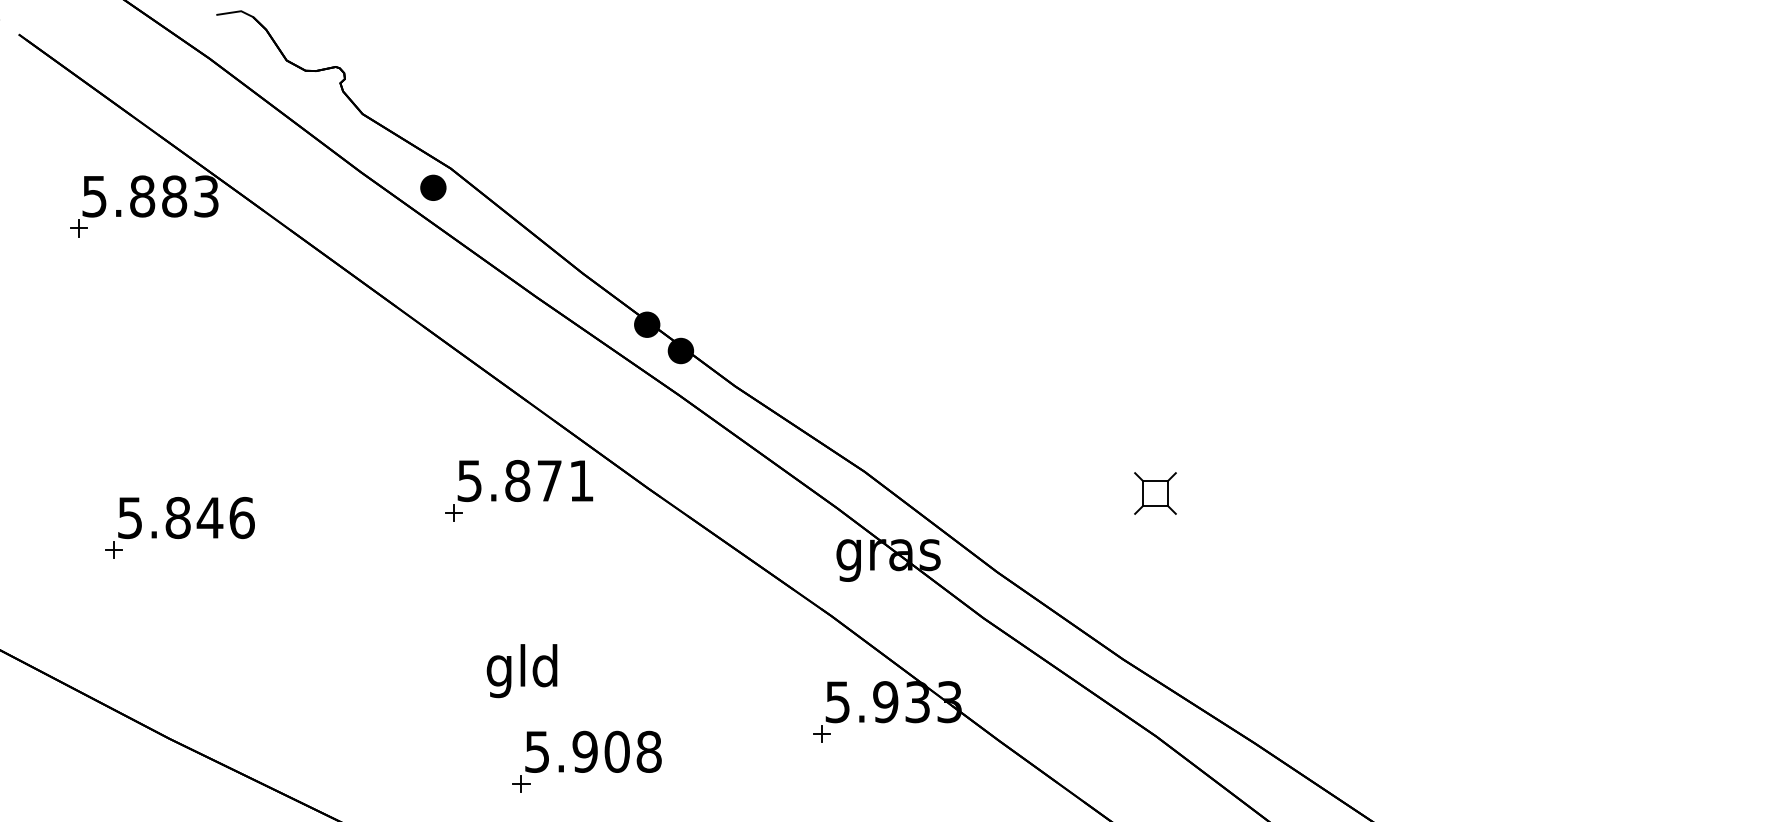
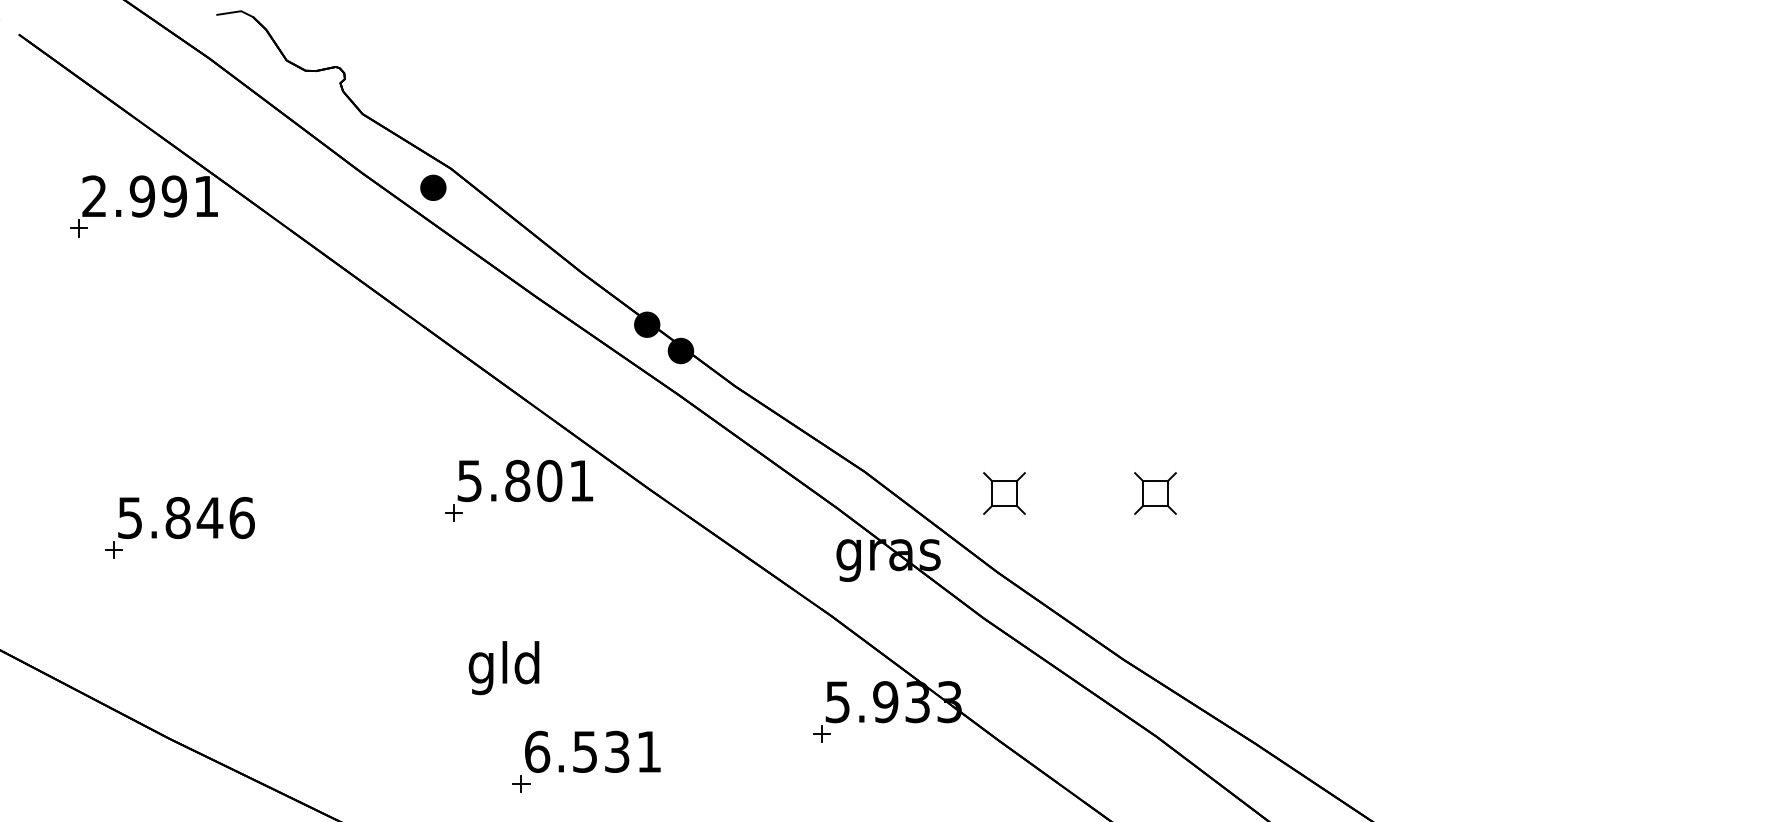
text at (150, 196): 5.883 -> 2.991
text at (549, 480): 5.871 -> 5.801
part at (1004, 493): none -> present
text at (521, 671) position: (521, 671) -> (503, 668)
text at (593, 751): 5.908 -> 6.531
